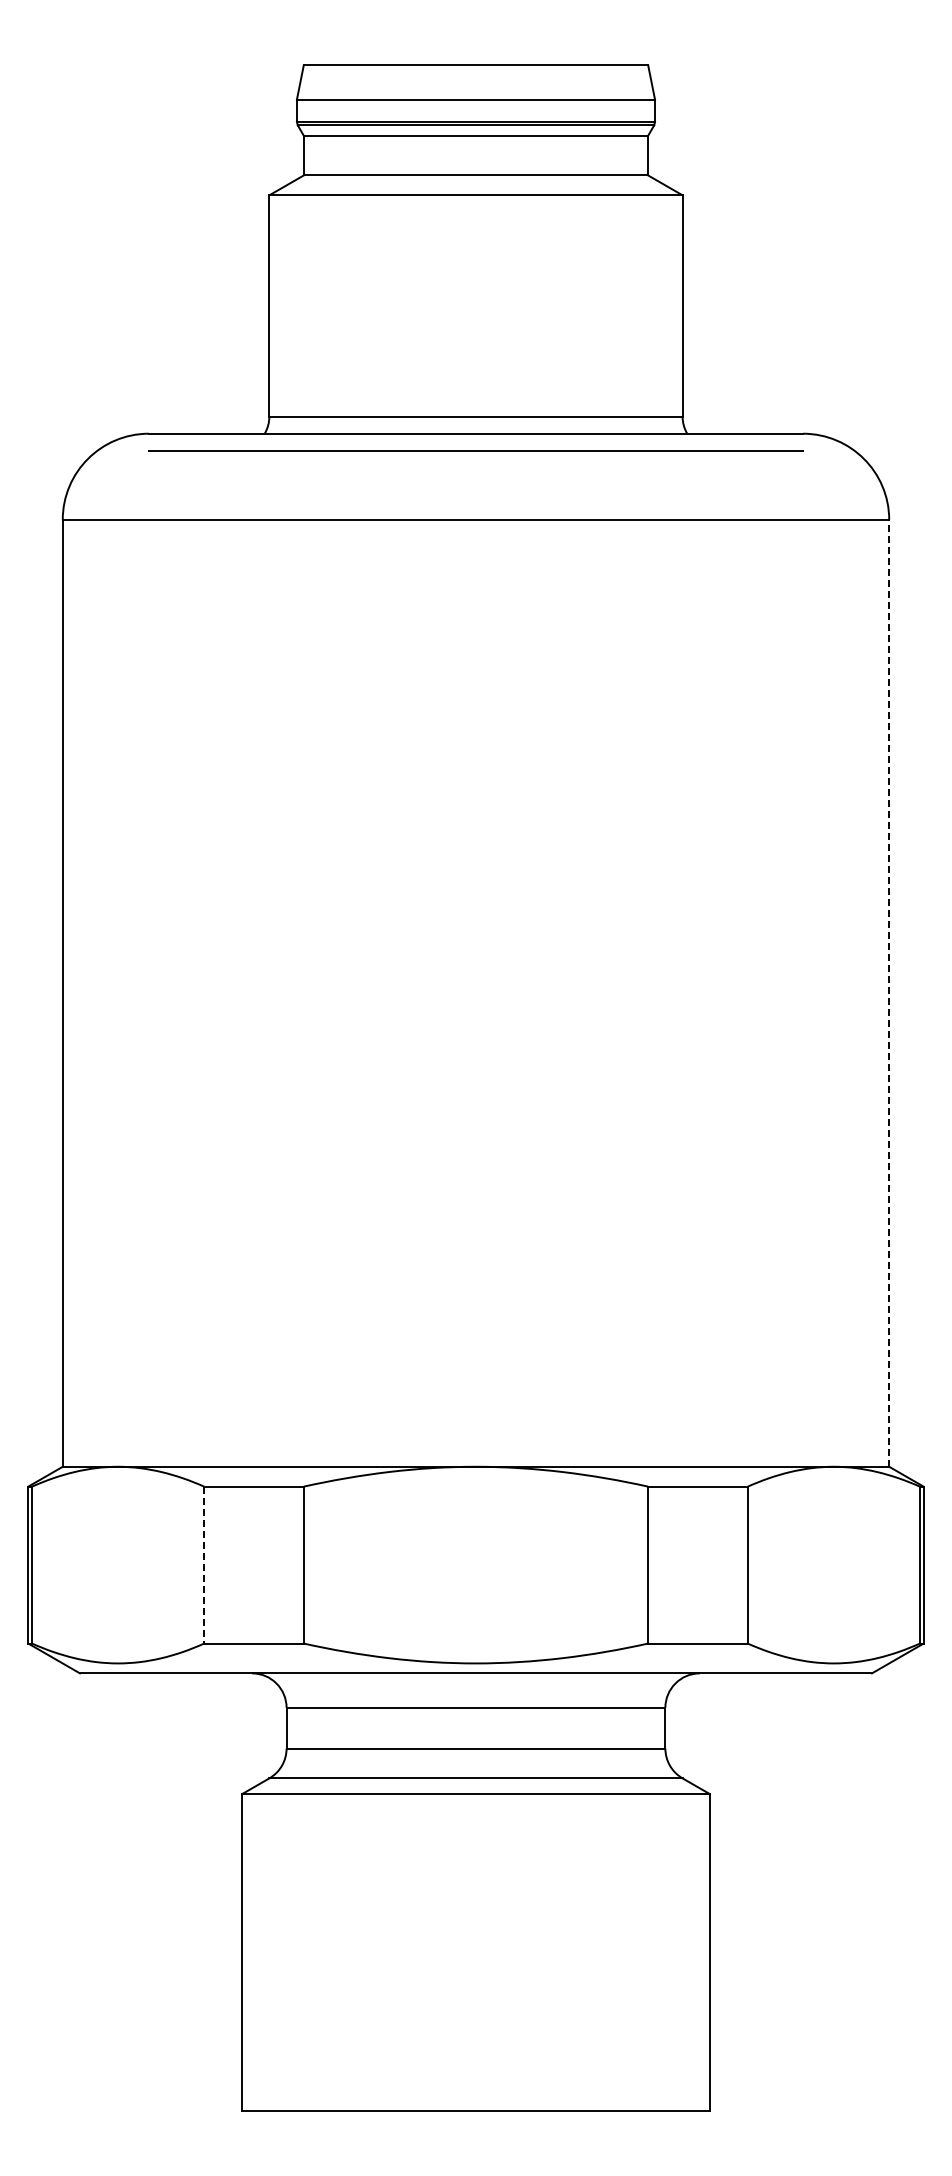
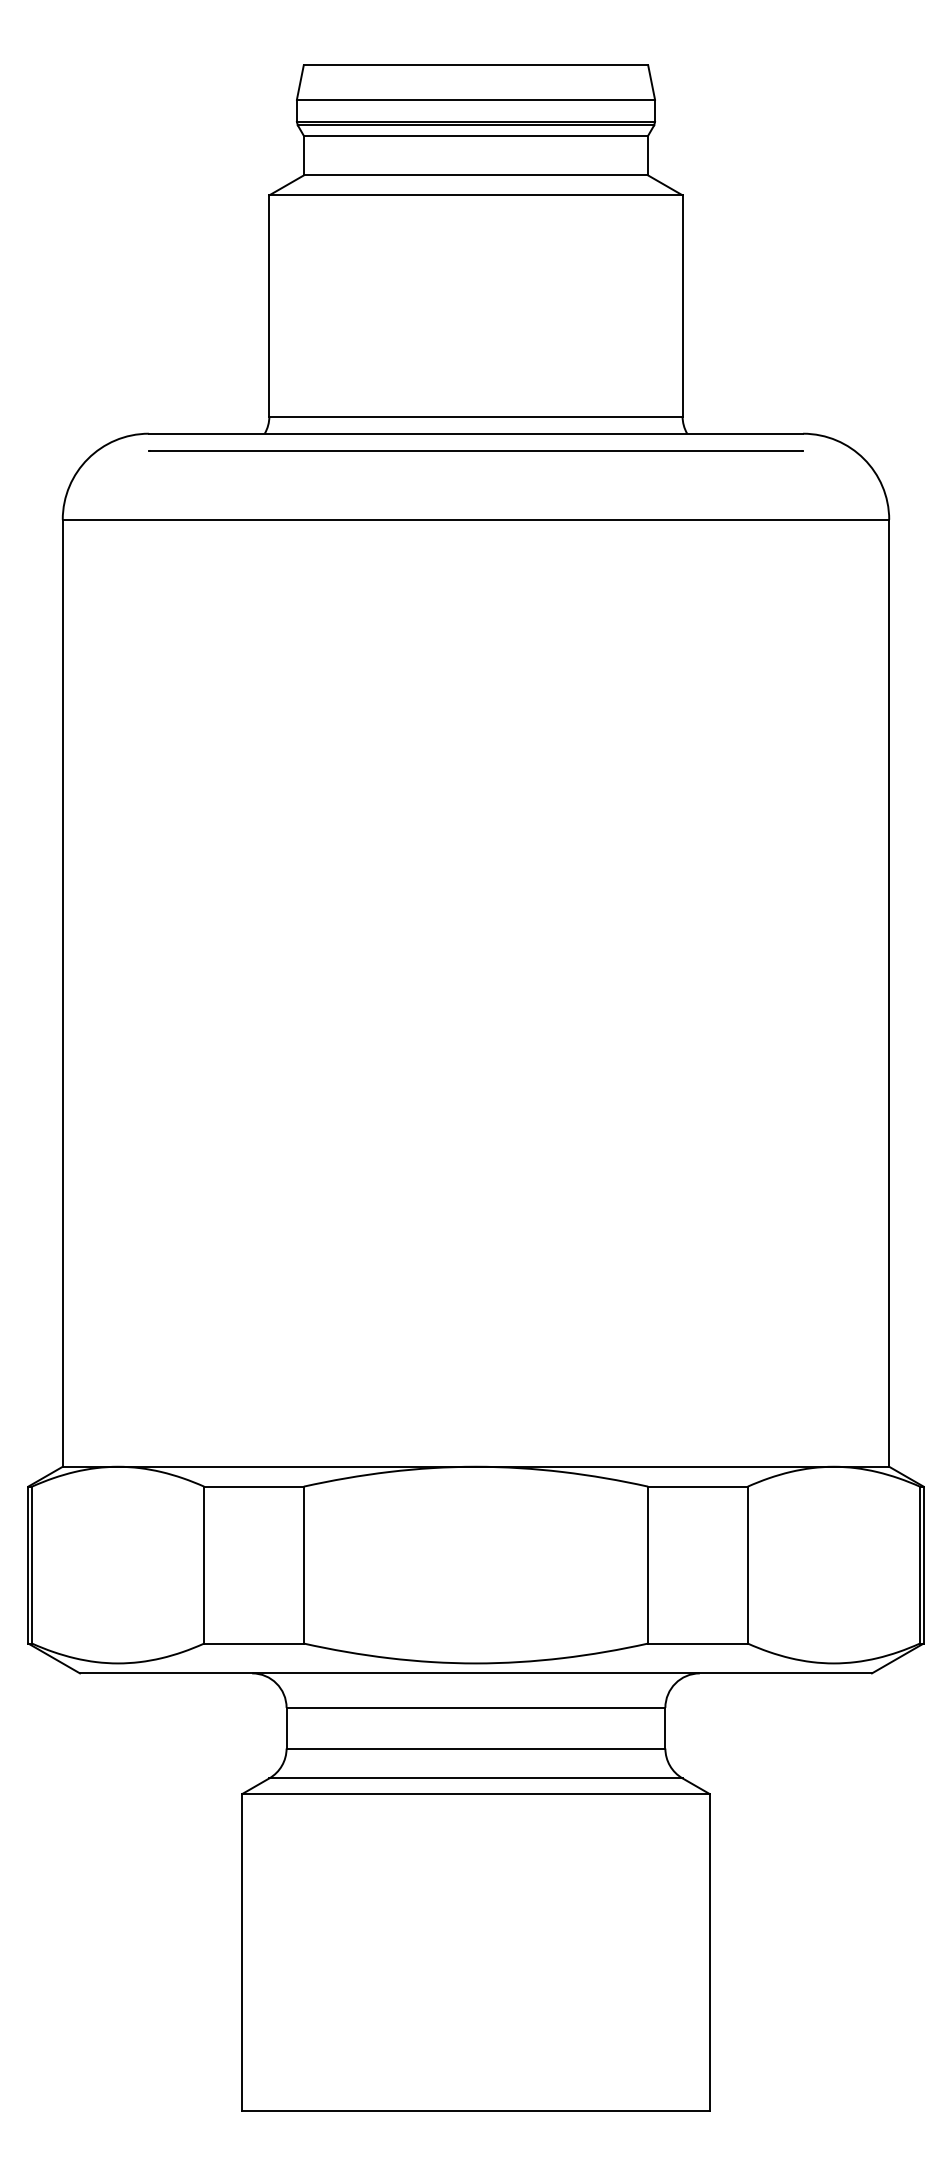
line at (889, 992): dashed -> solid
line at (204, 1565): dashed -> solid
